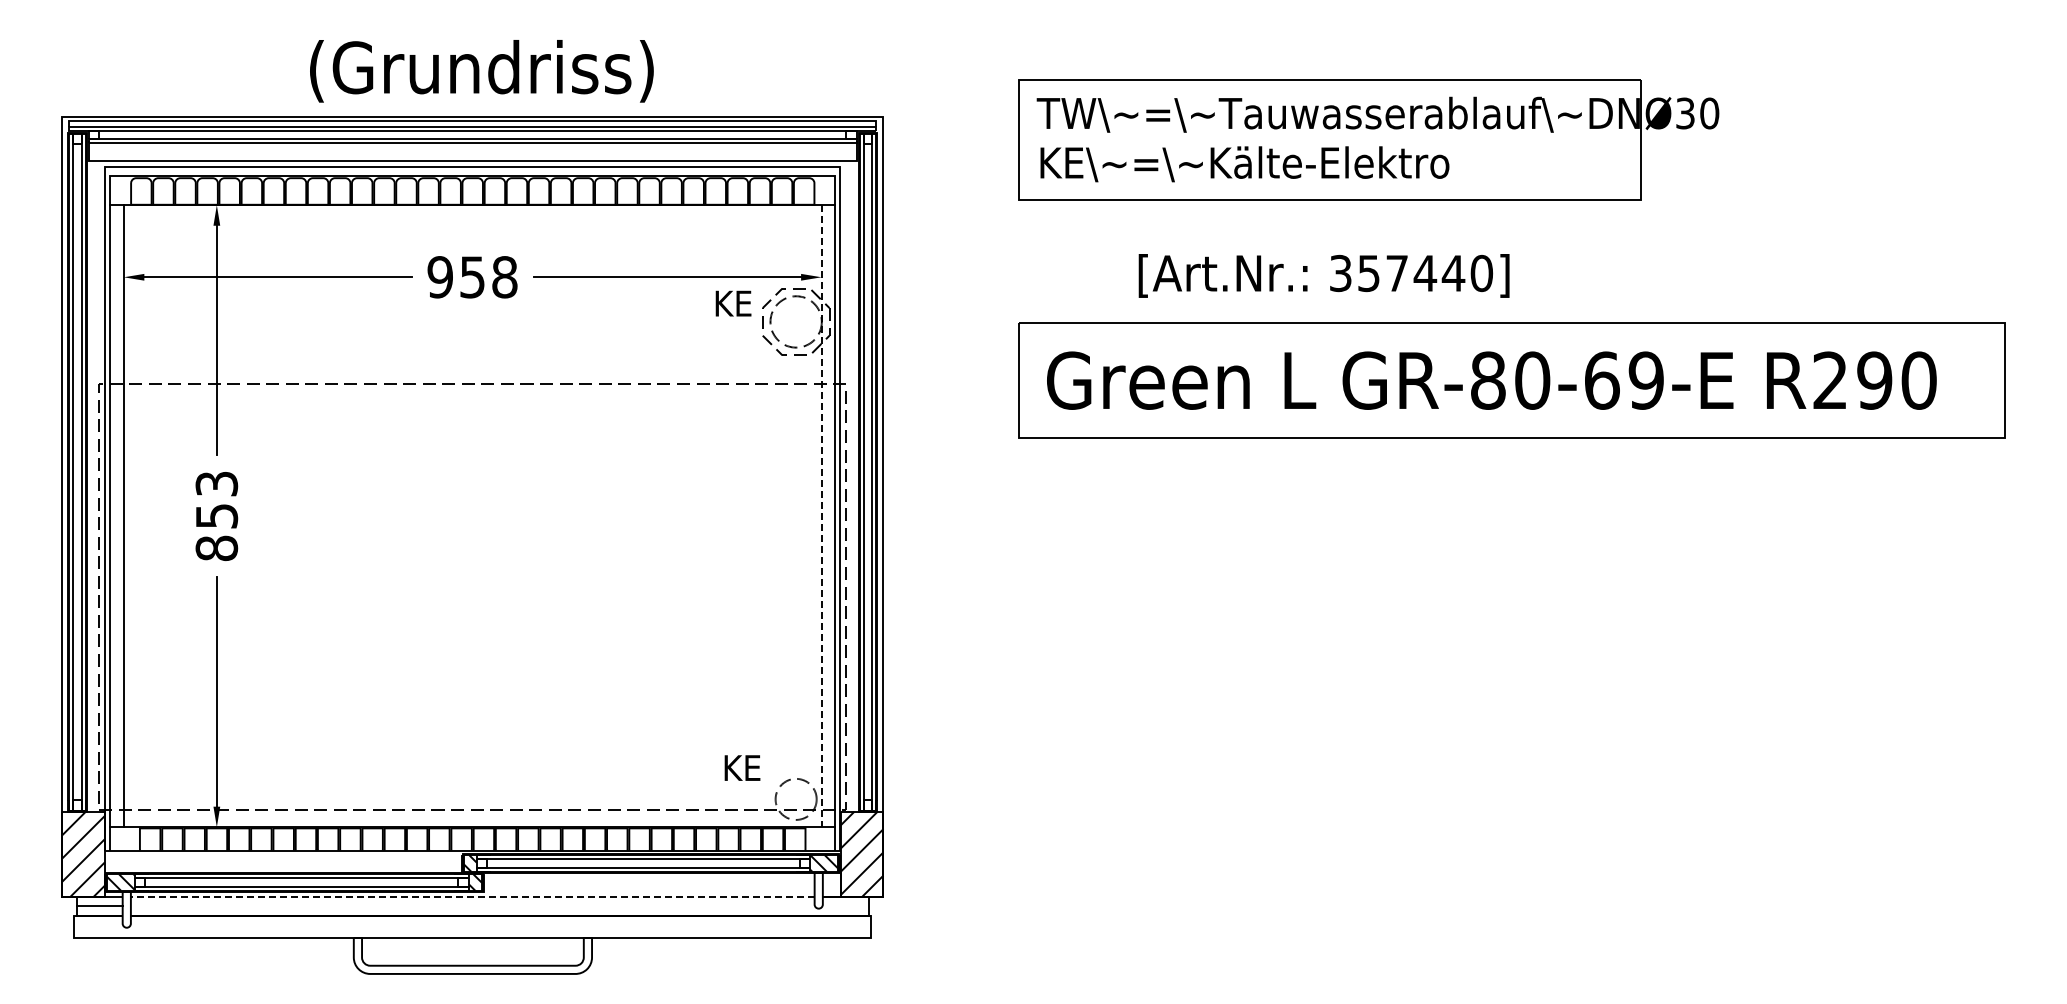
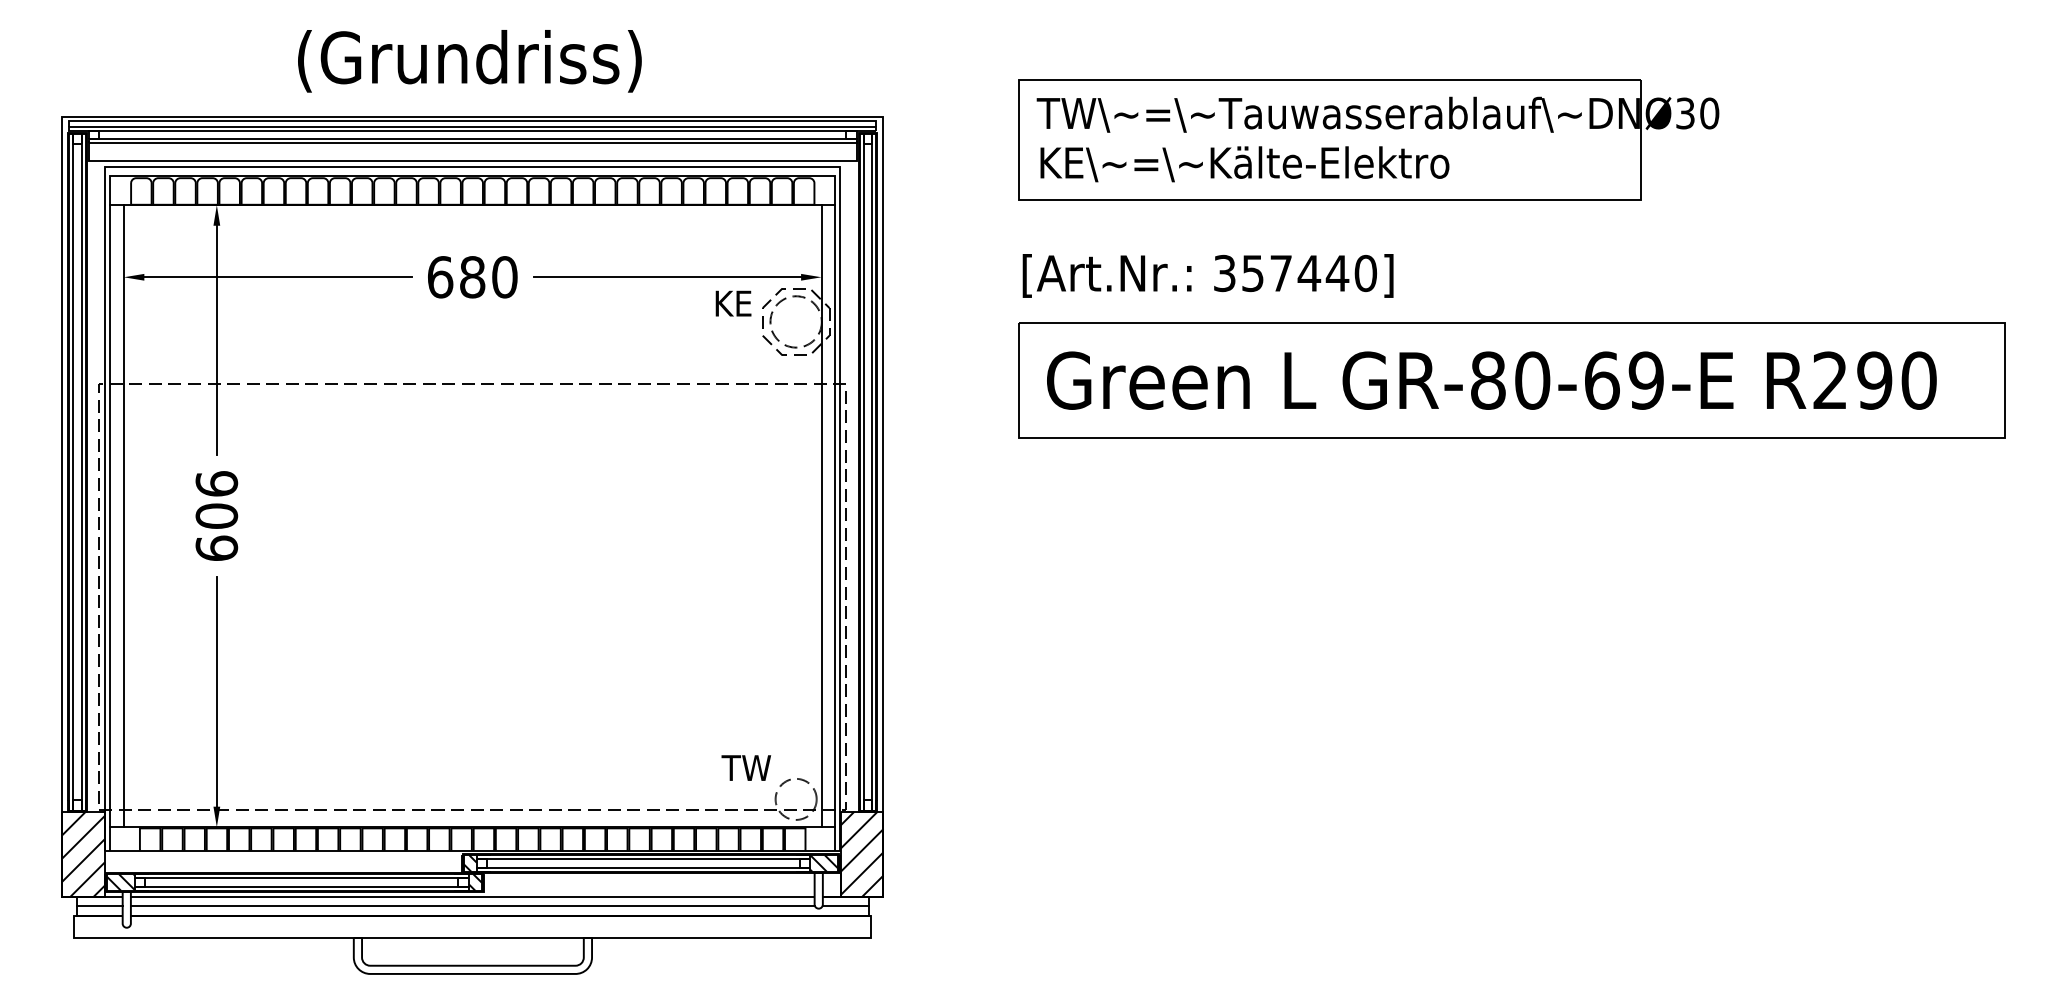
text at (481, 71) position: (481, 71) -> (469, 61)
text at (1323, 275) position: (1323, 275) -> (1207, 275)
text at (472, 277): 958 -> 680
text at (216, 516): 853 -> 606
line at (821, 516): dashed -> solid
text at (746, 767): KE -> TW
line at (472, 896): dashed -> solid
line at (472, 906): none -> present
line at (845, 906): none -> present
